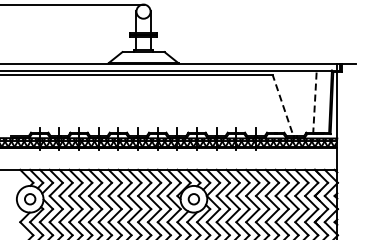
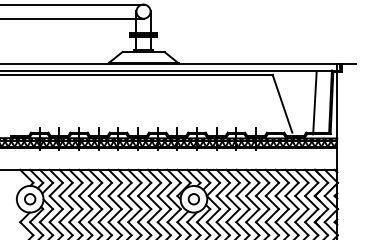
line at (72, 18): none -> present
line at (282, 103): dashed -> solid
line at (314, 103): dashed -> solid
